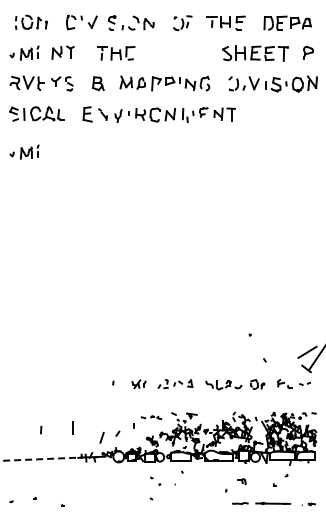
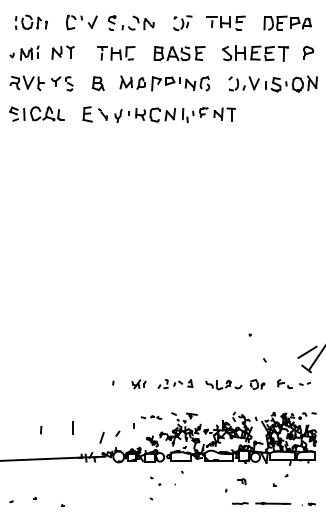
part at (179, 53): none -> present
part at (24, 151): present -> none
line at (41, 459): dashed -> solid
